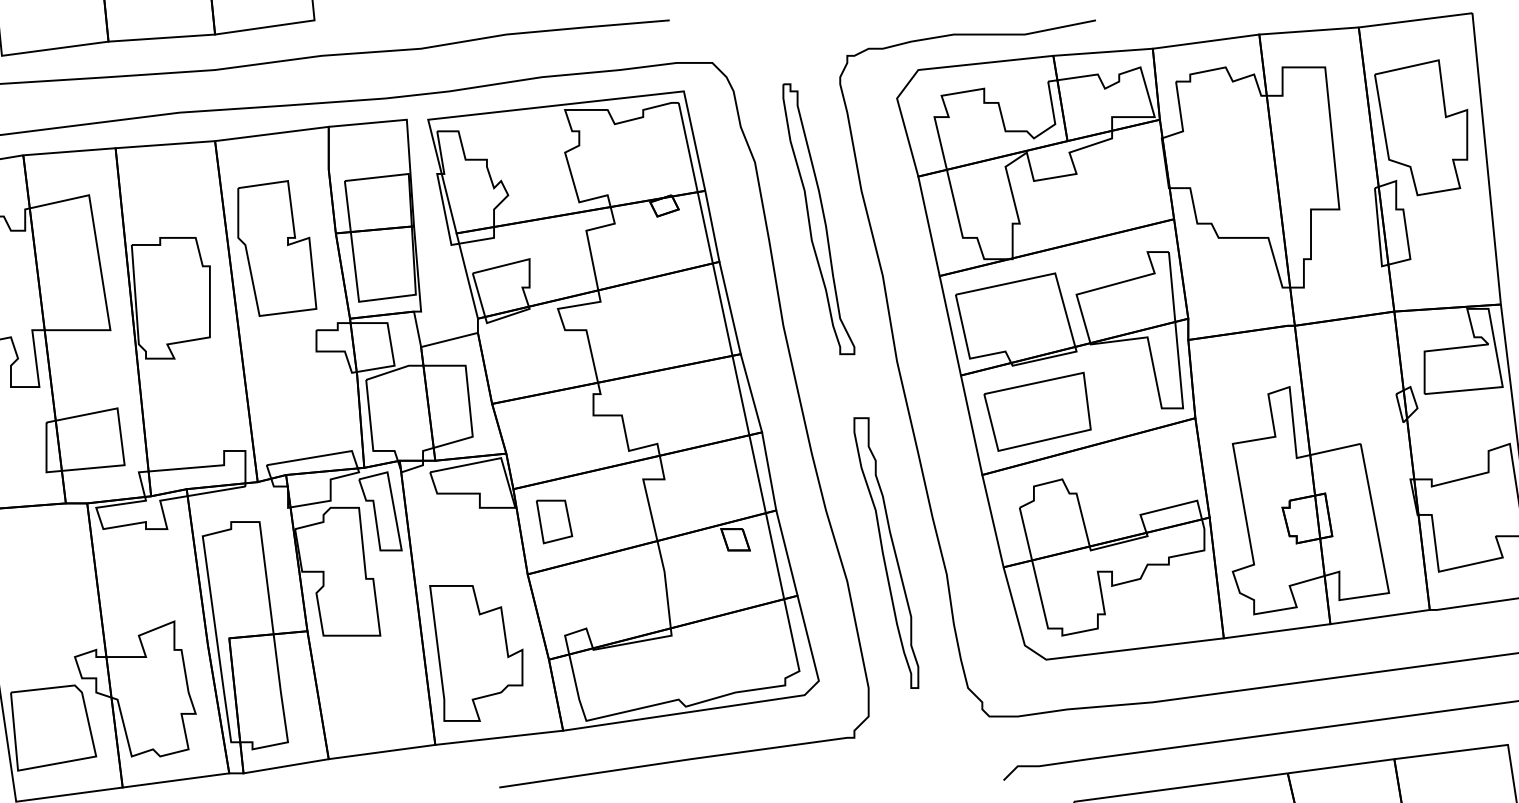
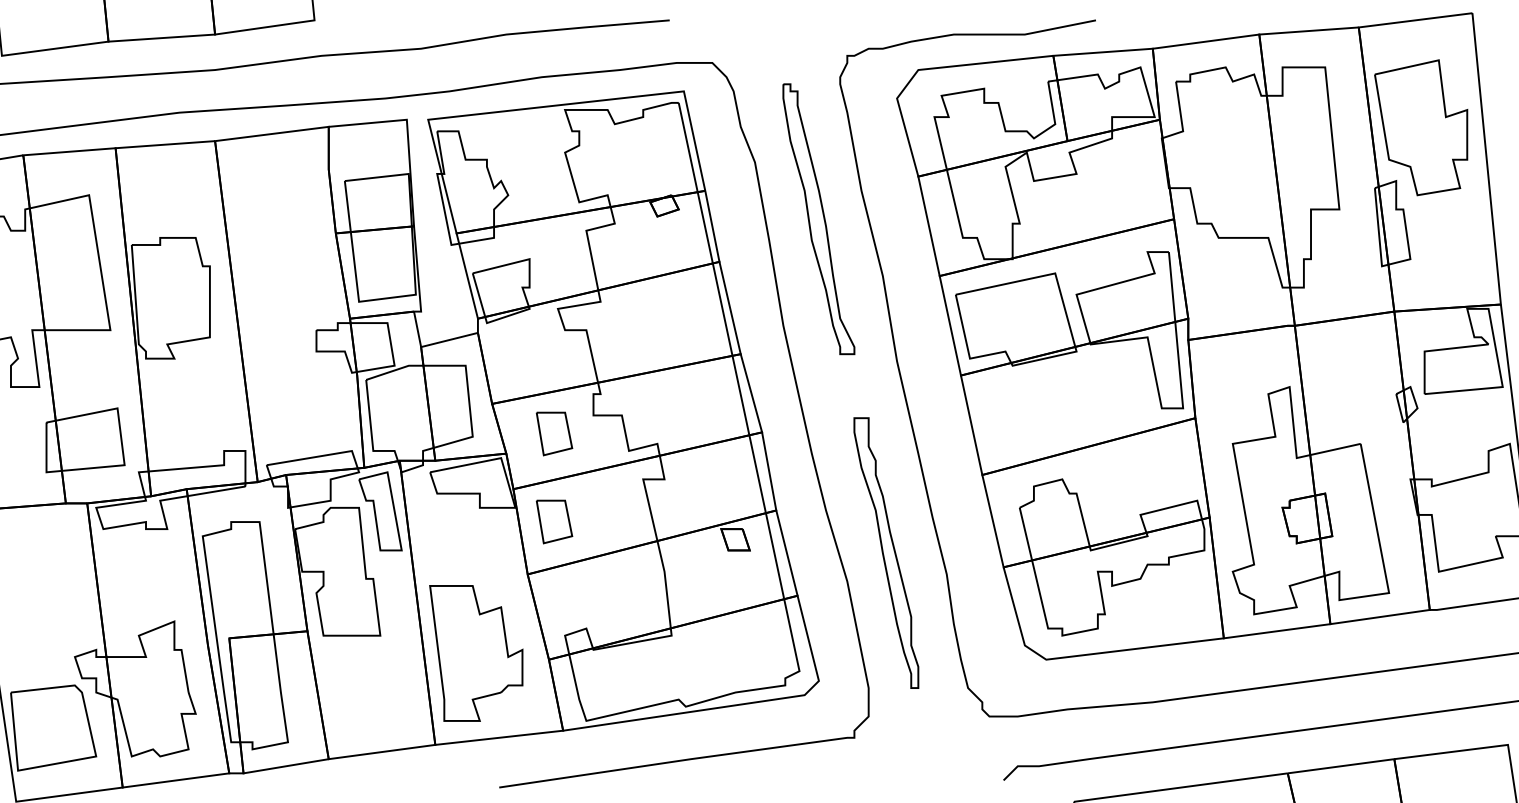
part at (277, 248): present -> none
part at (1037, 411): present -> none
part at (554, 433): none -> present
